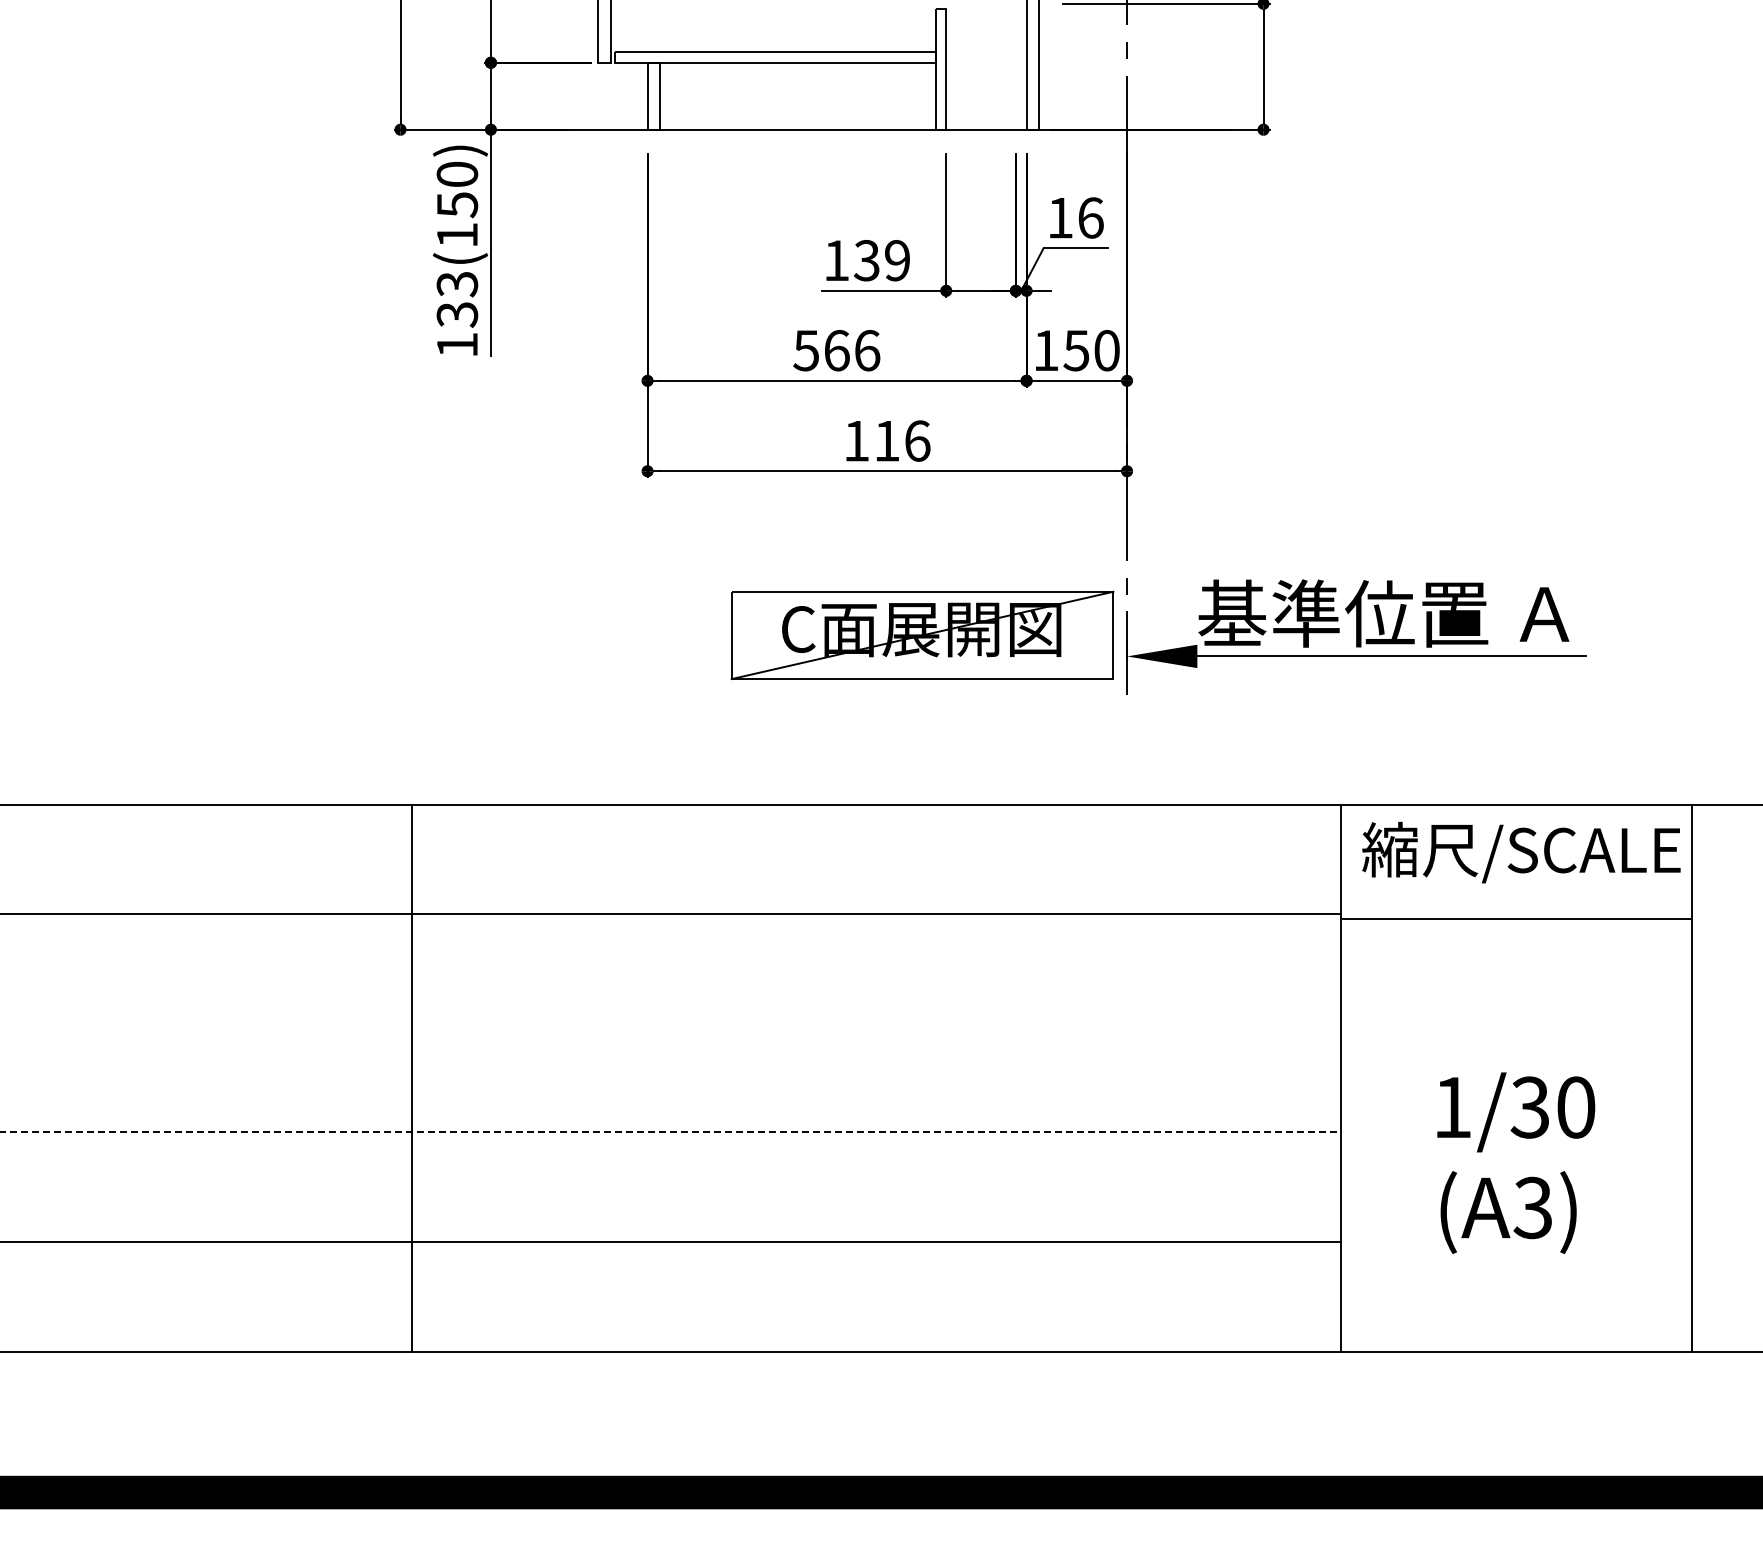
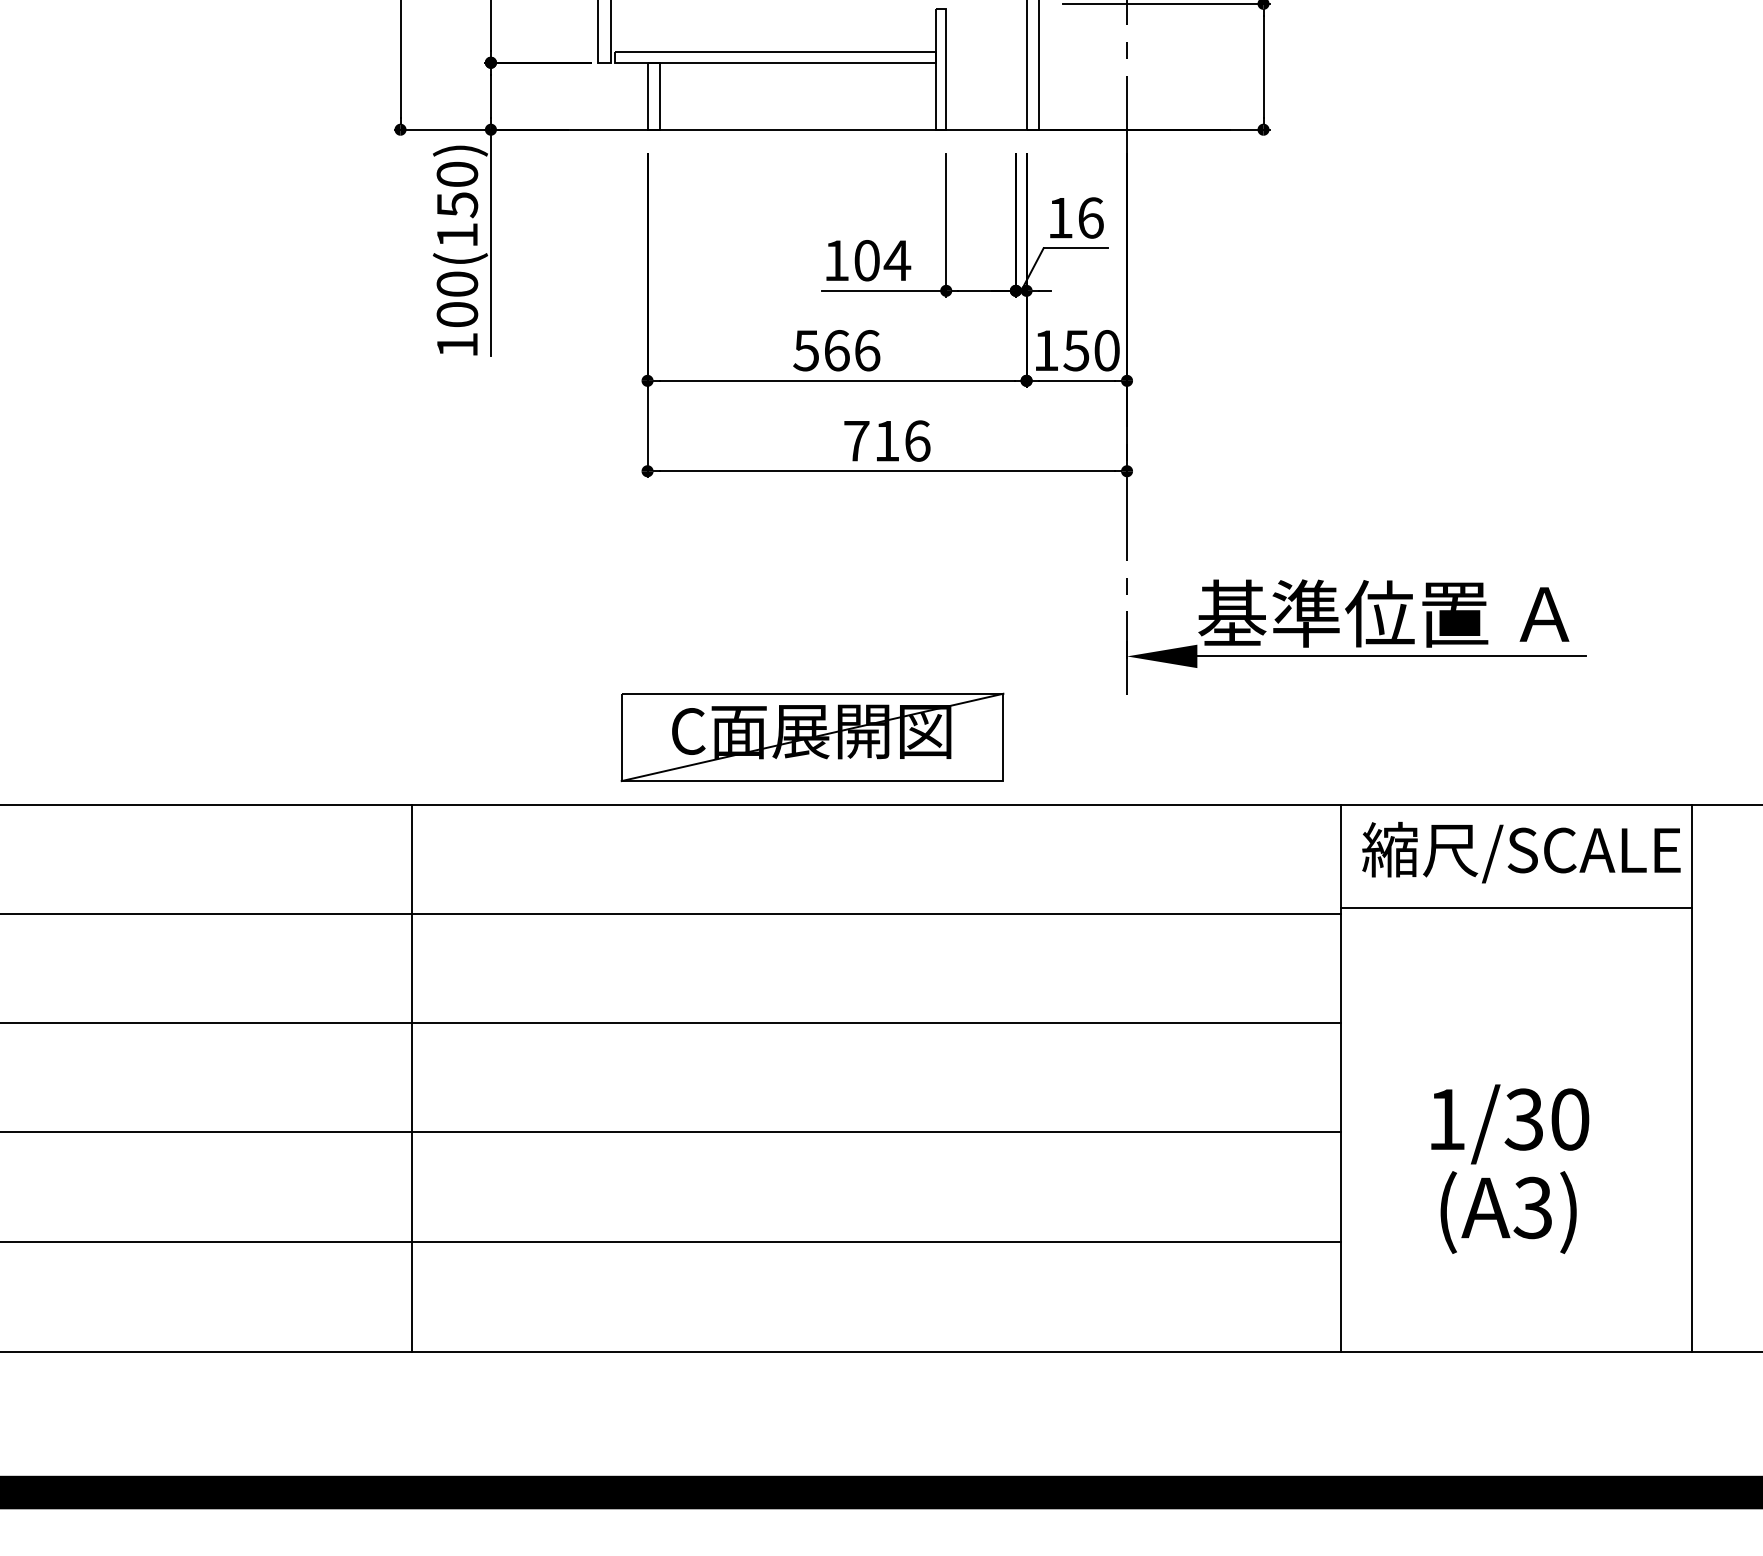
text at (882, 260): 139 -> 104
text at (457, 299): 133(150) -> 100(150)
text at (856, 441): 116 -> 716
part at (922, 635) position: (922, 635) -> (812, 737)
line at (1516, 918) position: (1516, 918) -> (1516, 907)
line at (671, 1022): none -> present
text at (1516, 1112) position: (1516, 1112) -> (1510, 1124)
line at (671, 1132): dashed -> solid
